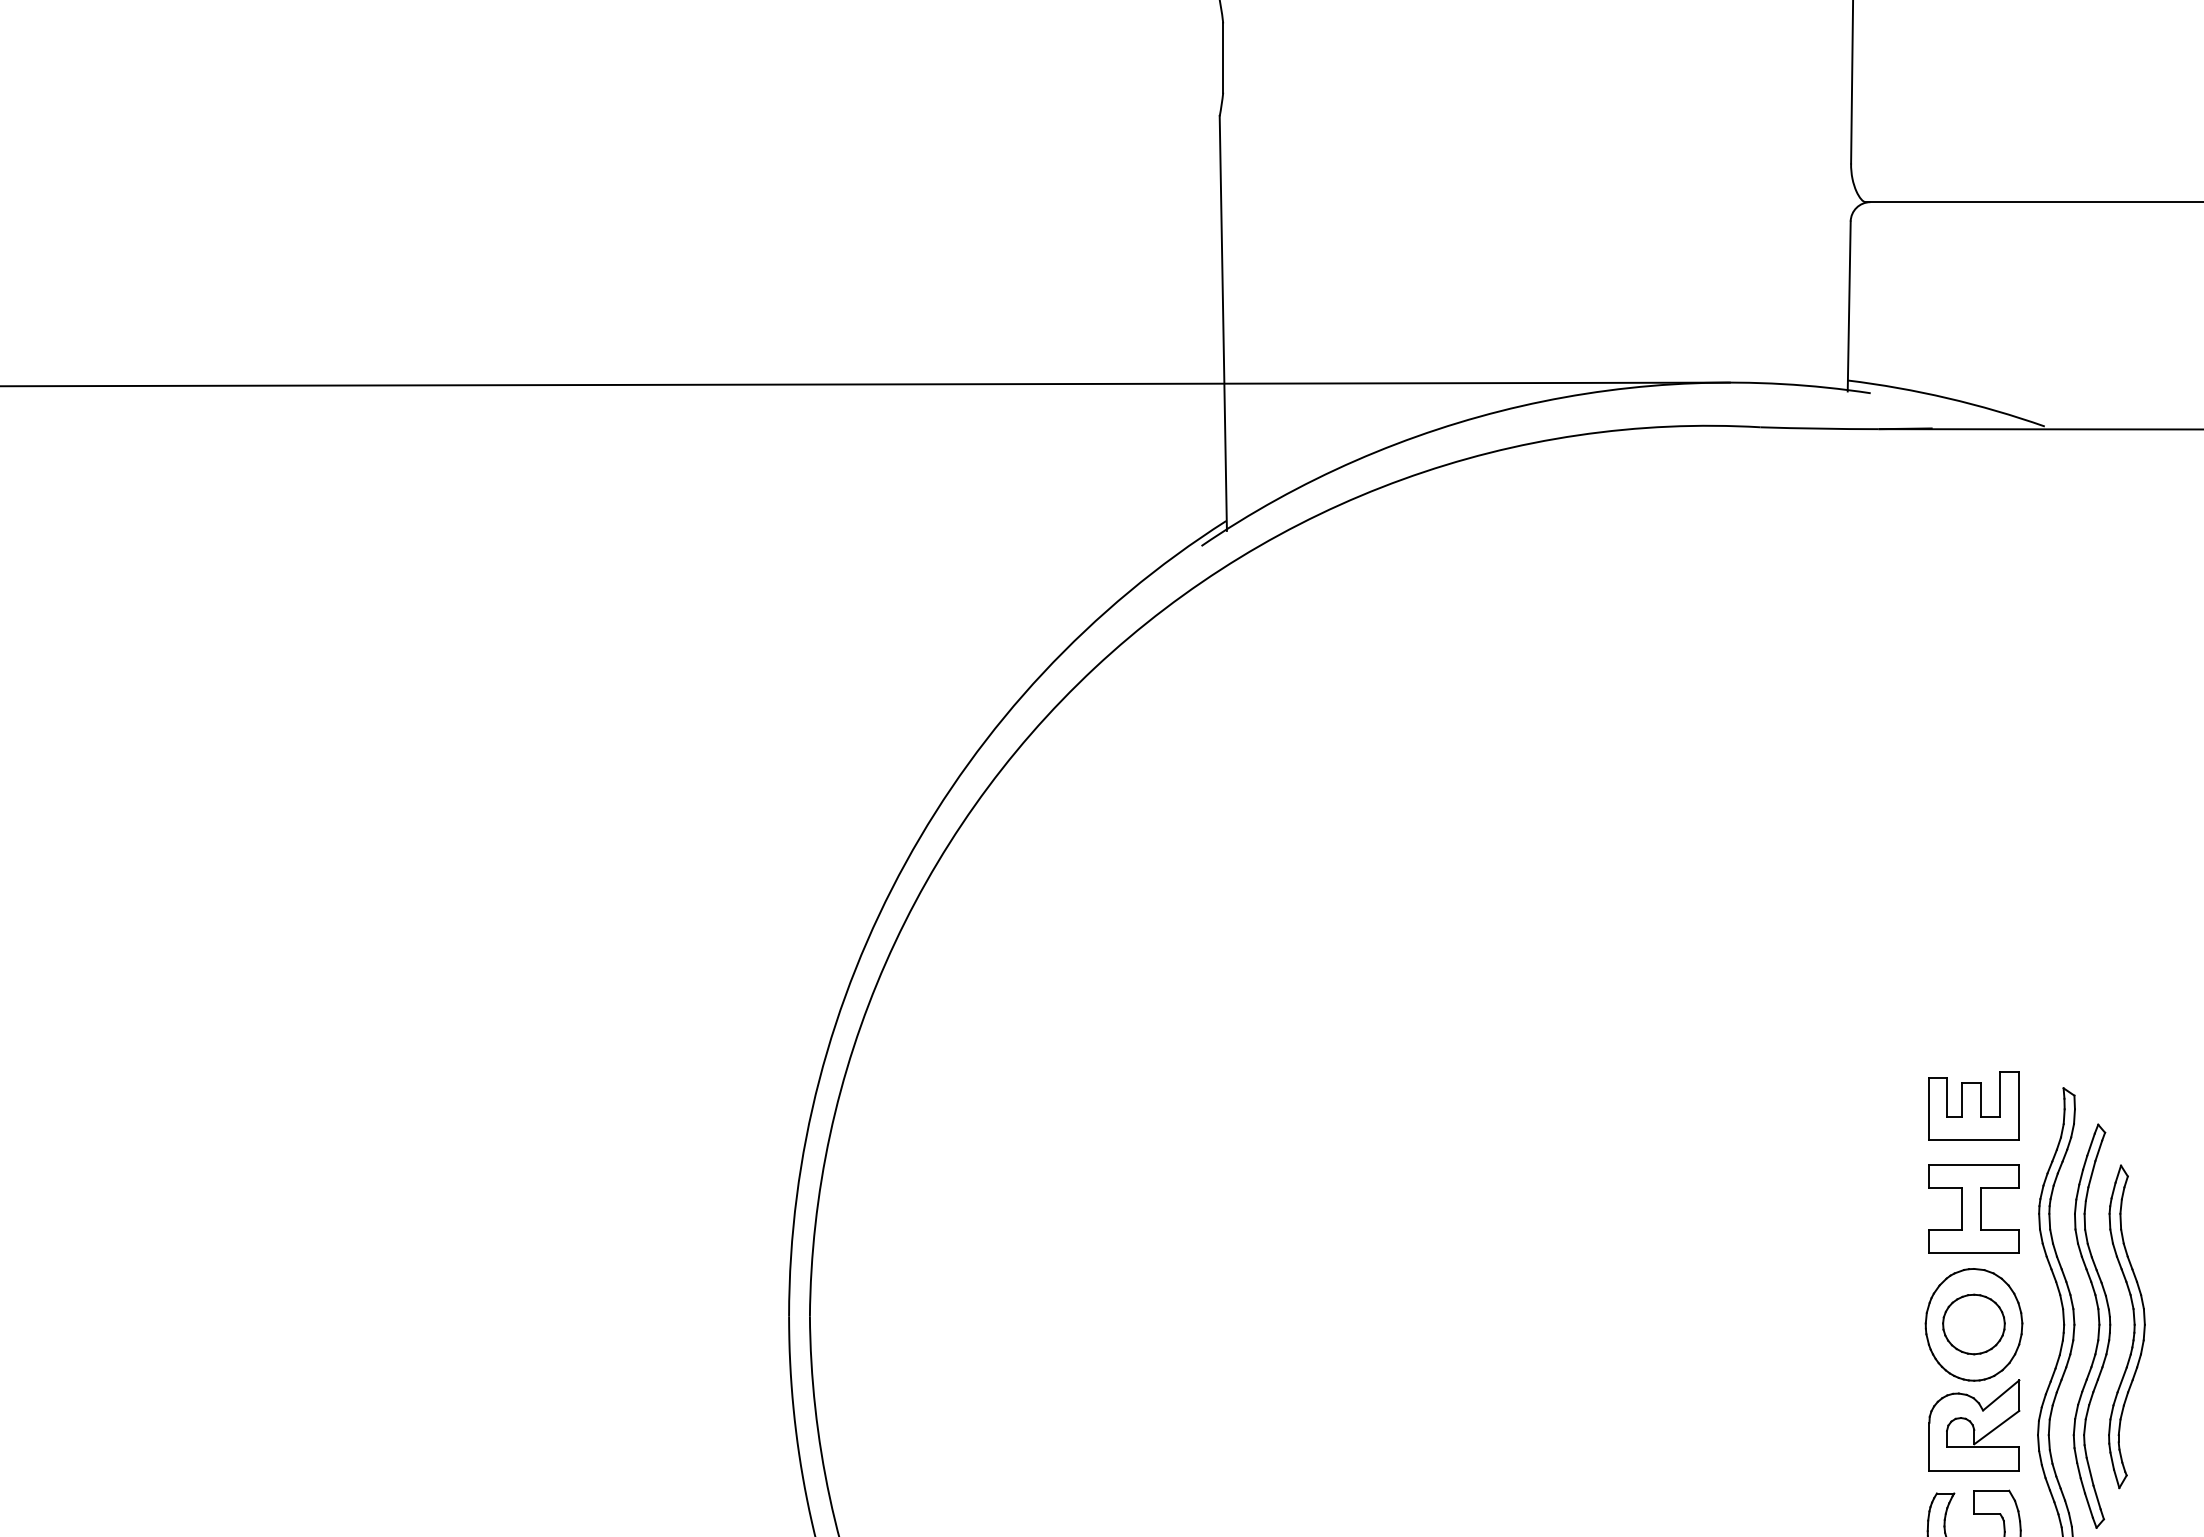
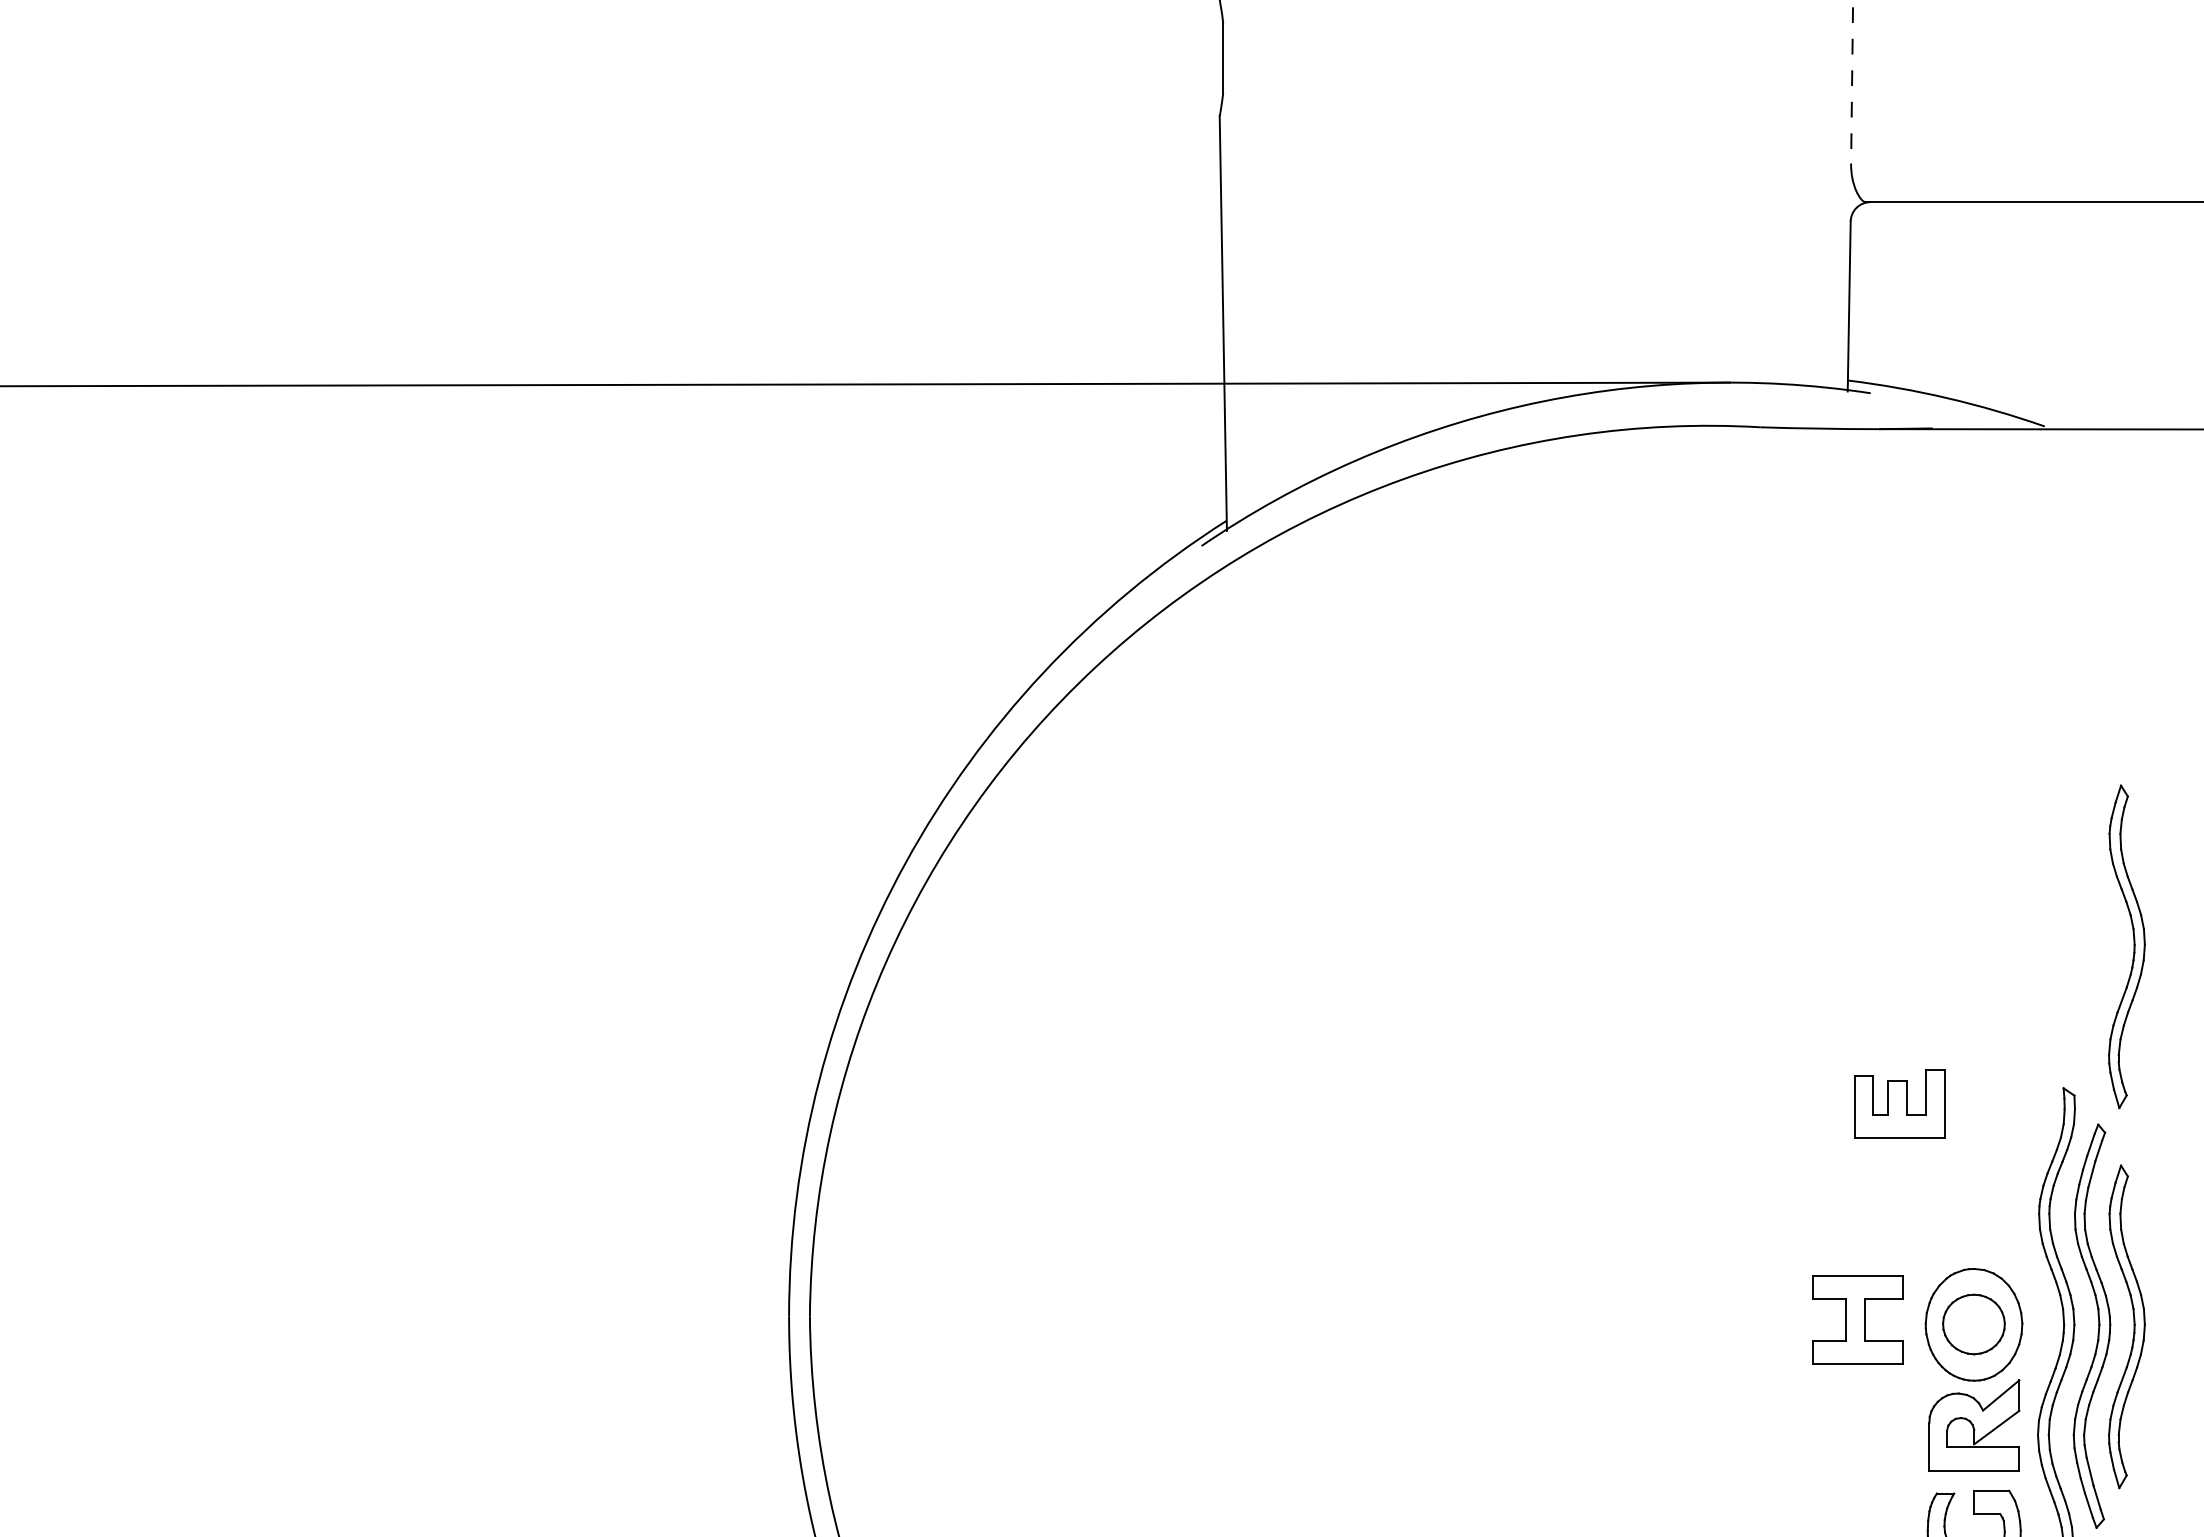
line at (1852, 82): solid -> dashed
part at (2133, 946): none -> present
part at (1973, 1105) position: (1973, 1105) -> (1899, 1103)
part at (1973, 1208) position: (1973, 1208) -> (1857, 1319)
